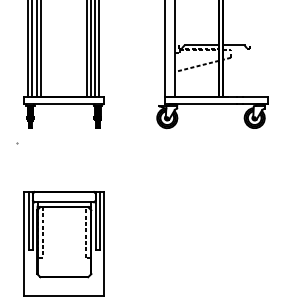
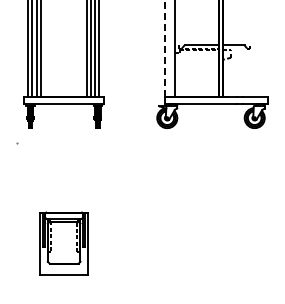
line at (164, 47): solid -> dashed
line at (197, 65): present -> none
part at (63, 243) size: 82x107 px -> 50x65 px
